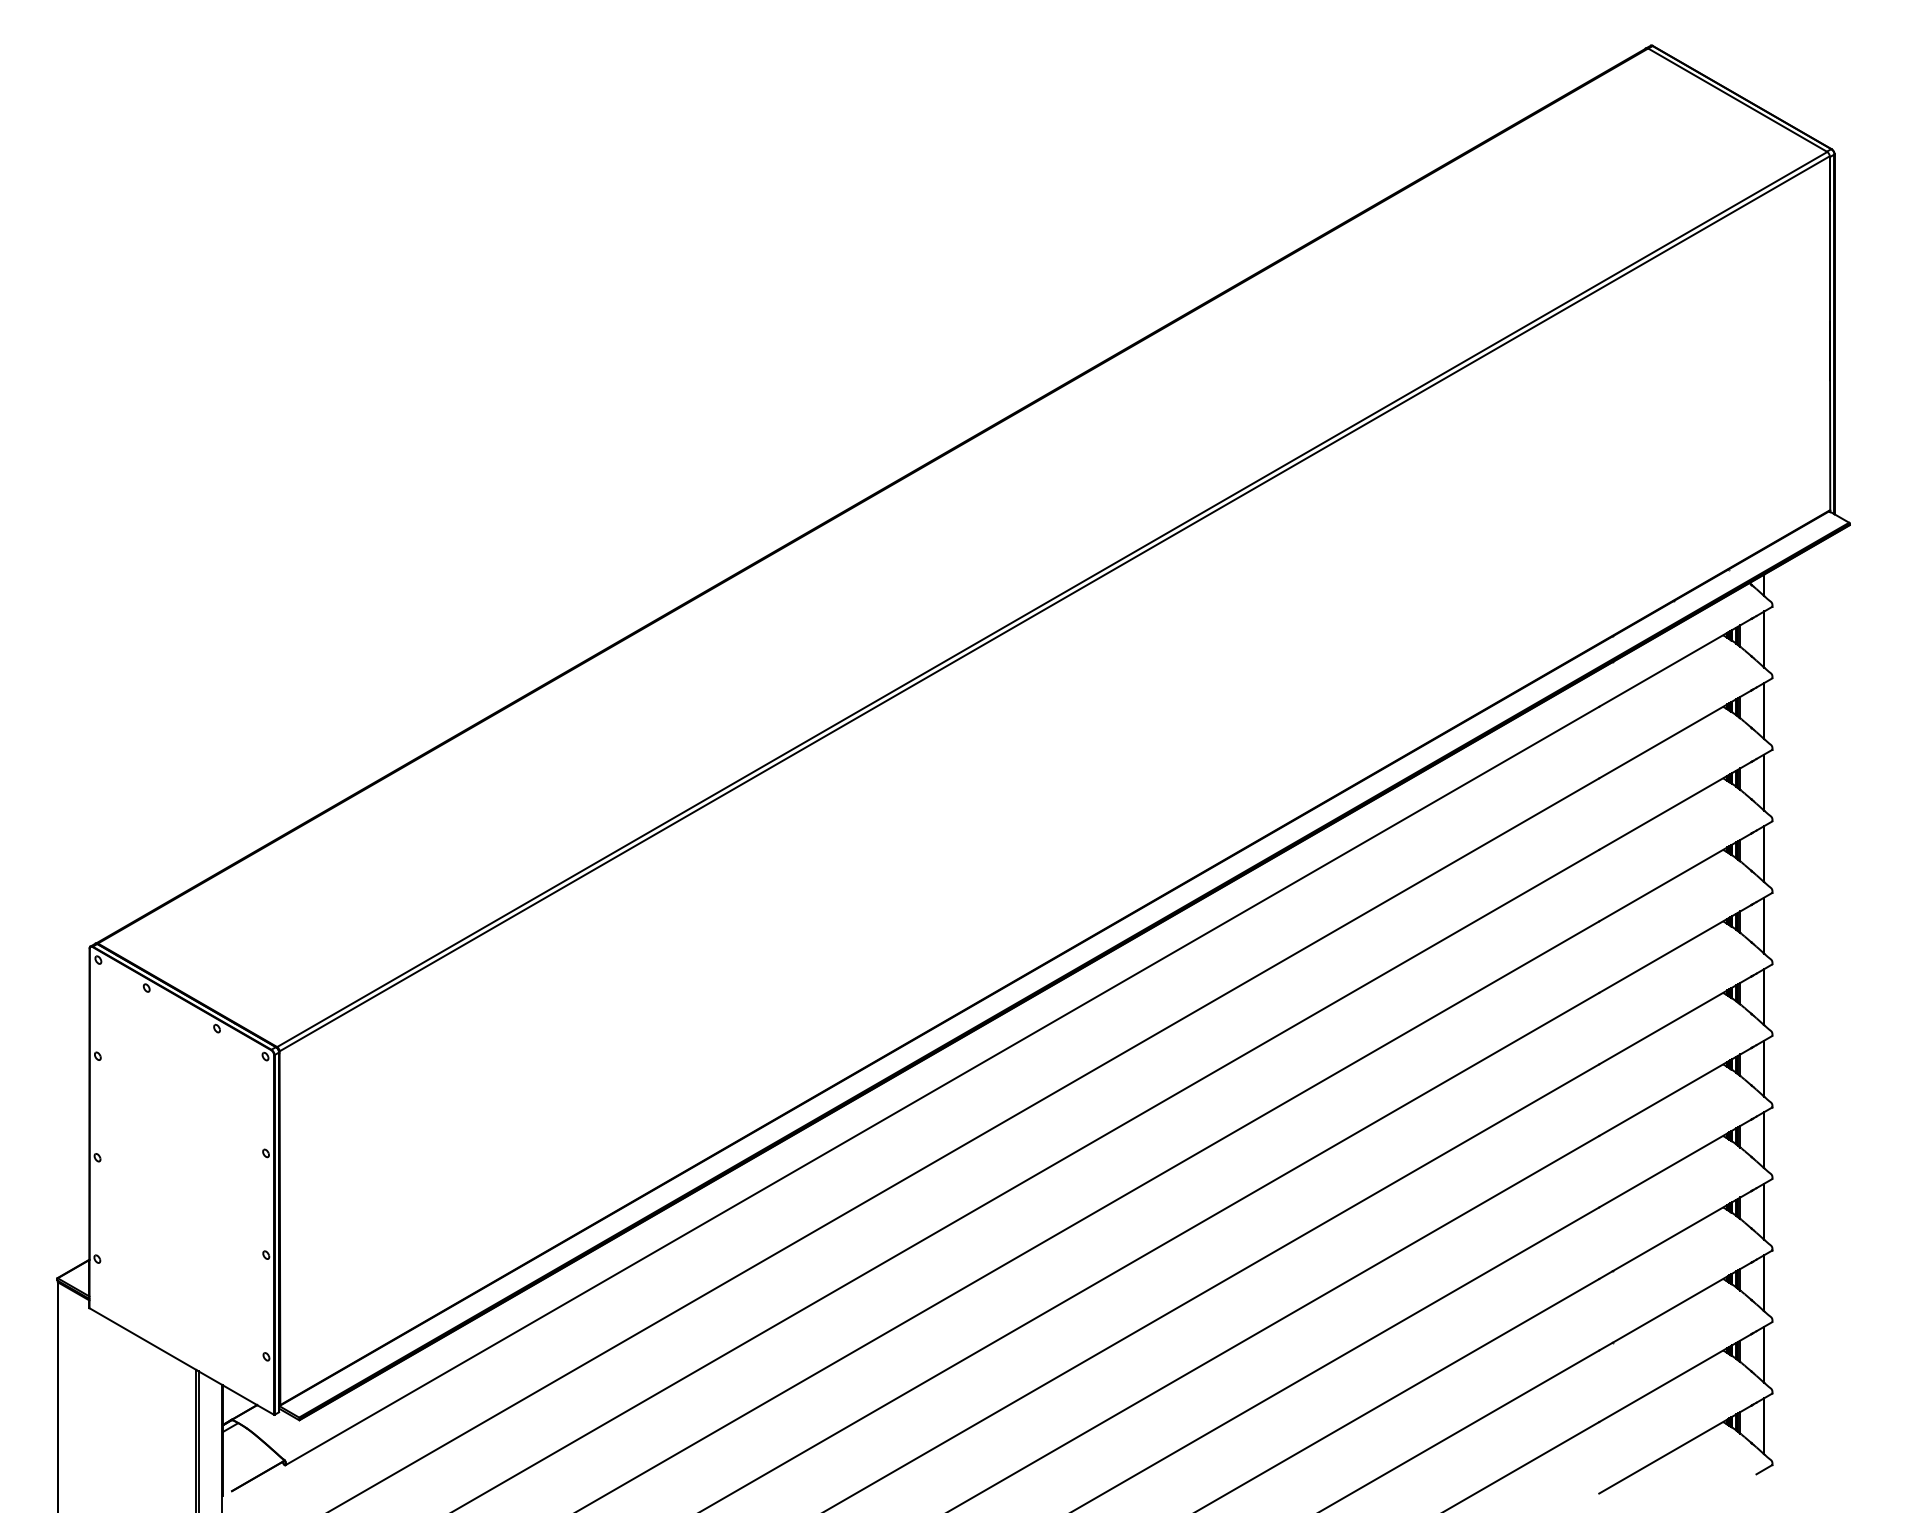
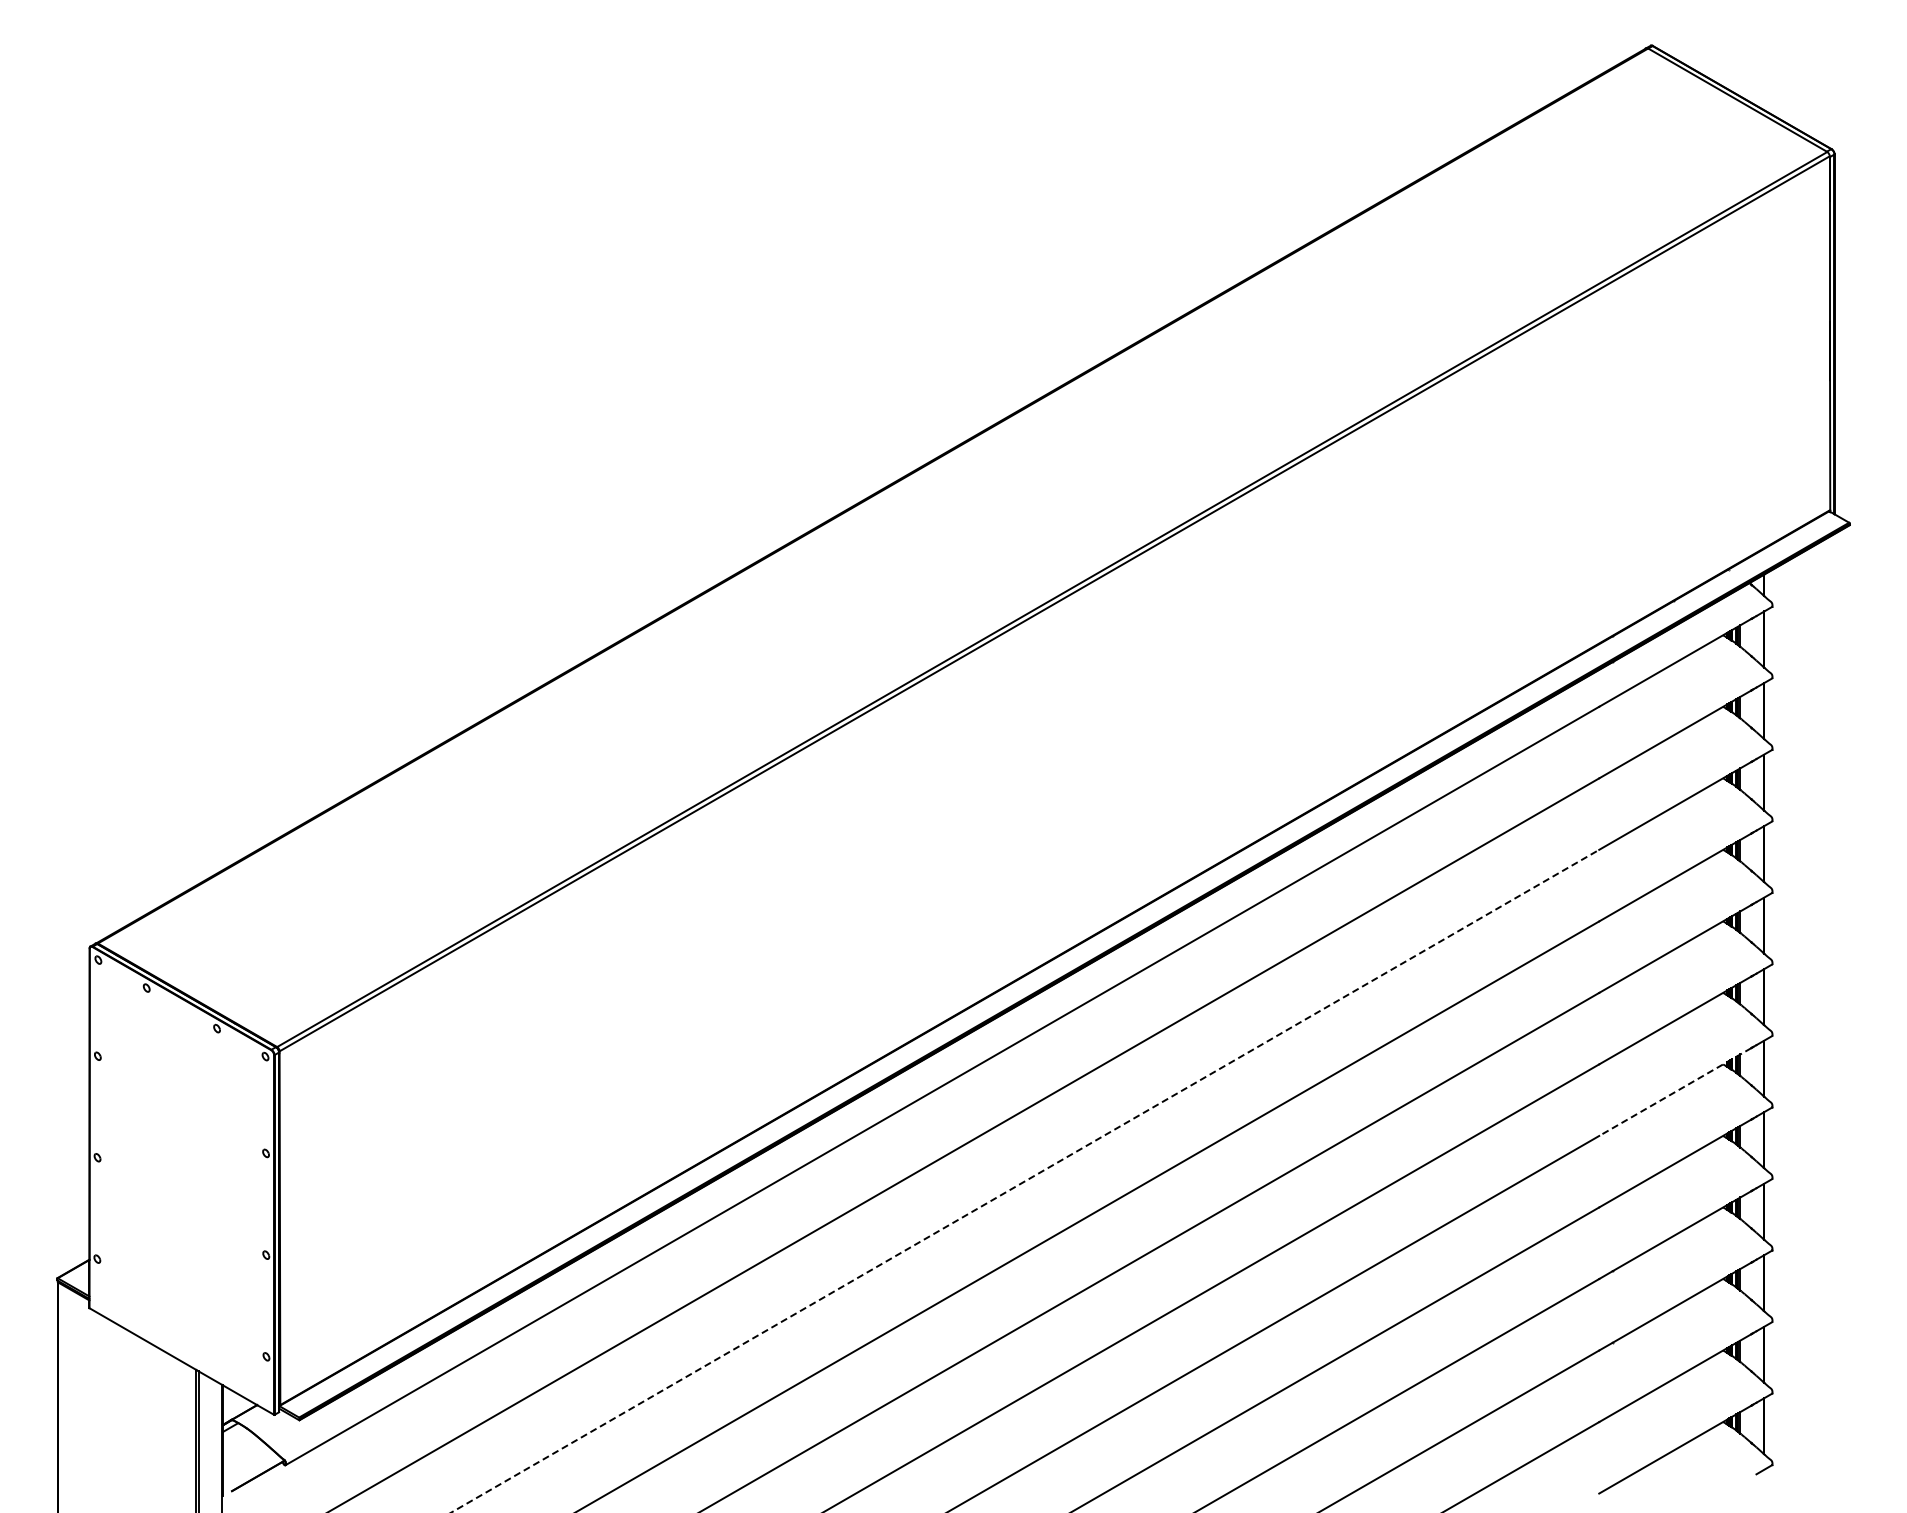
line at (1675, 1092): solid -> dashed
line at (1025, 1181): solid -> dashed
